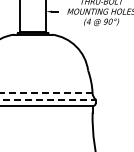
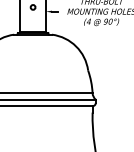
circle at (32, 7): none -> present
line at (45, 93): dashed -> solid
line at (47, 99): dashed -> solid
